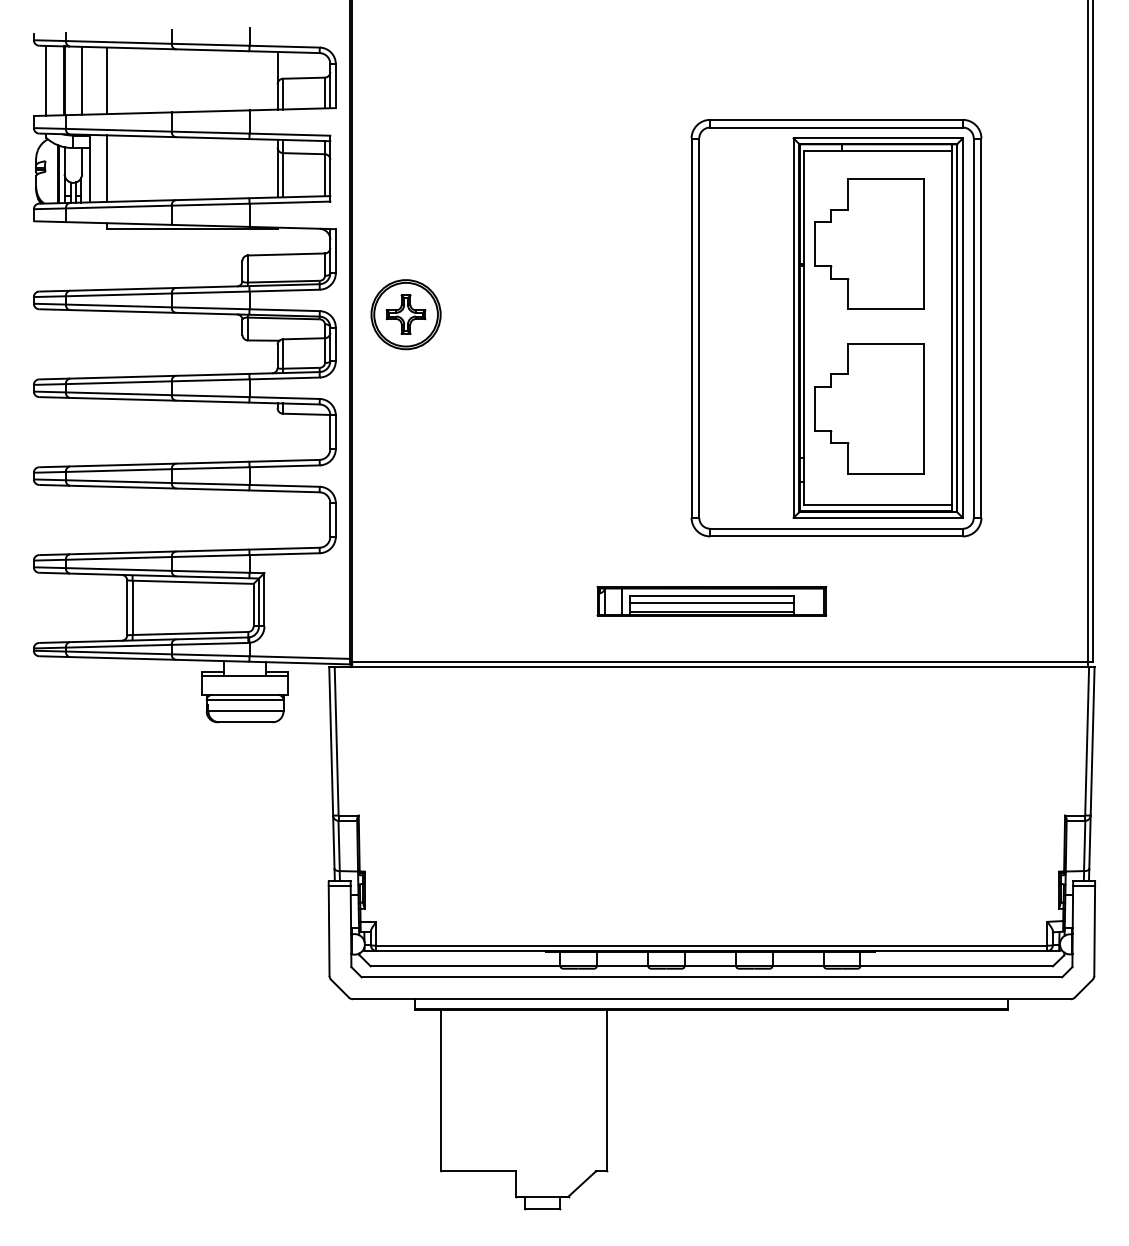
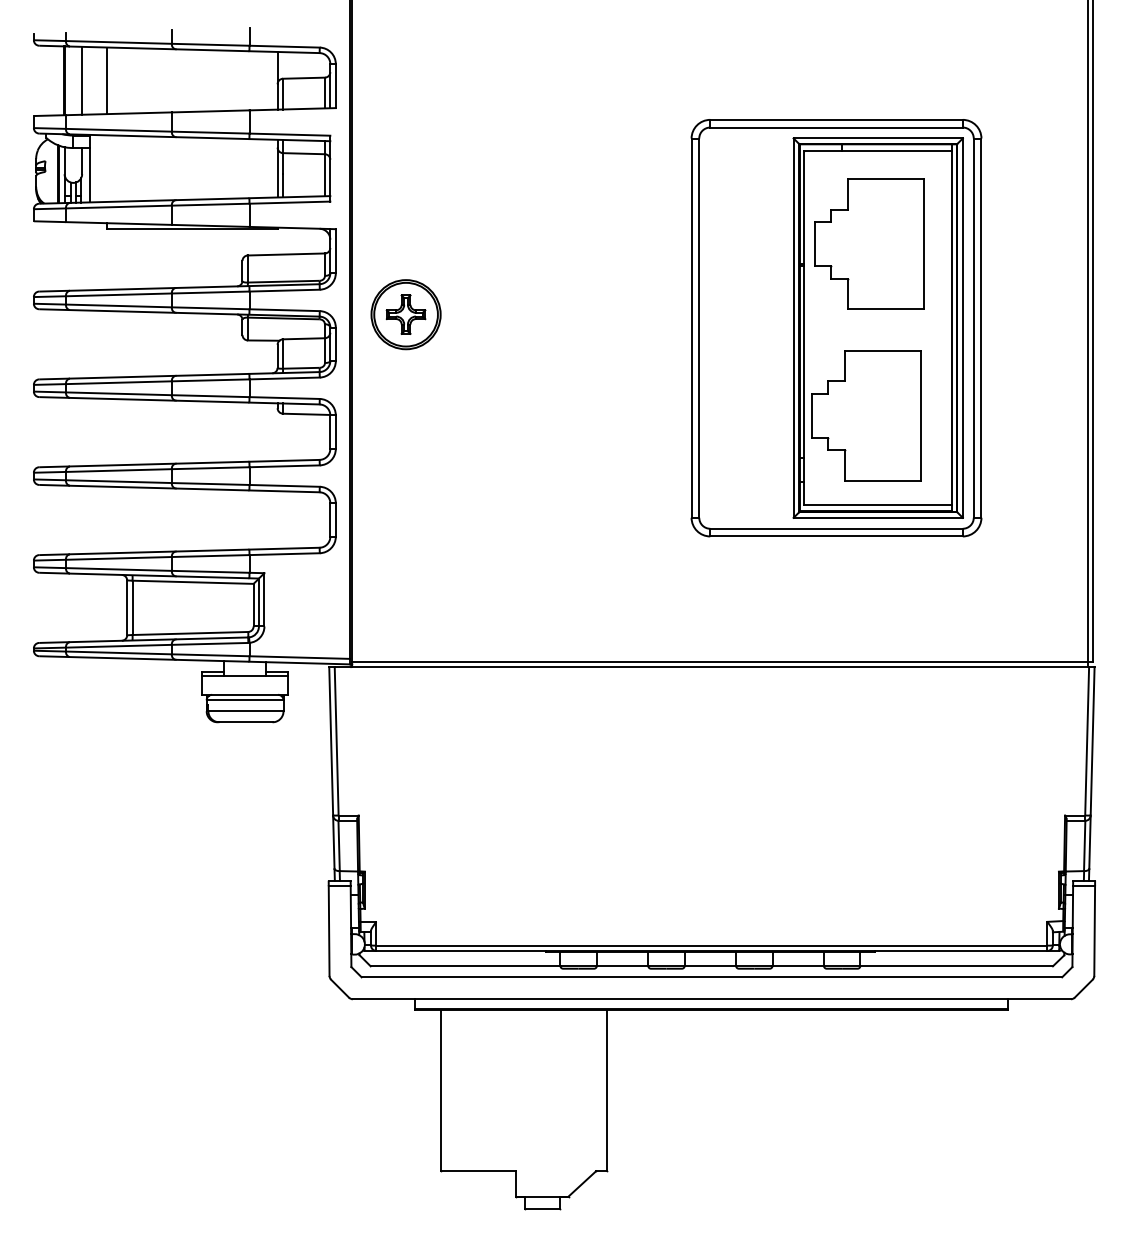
line at (45, 80): present -> none
line at (107, 168): present -> none
part at (869, 408) position: (869, 408) -> (866, 415)
part at (711, 600): present -> none
